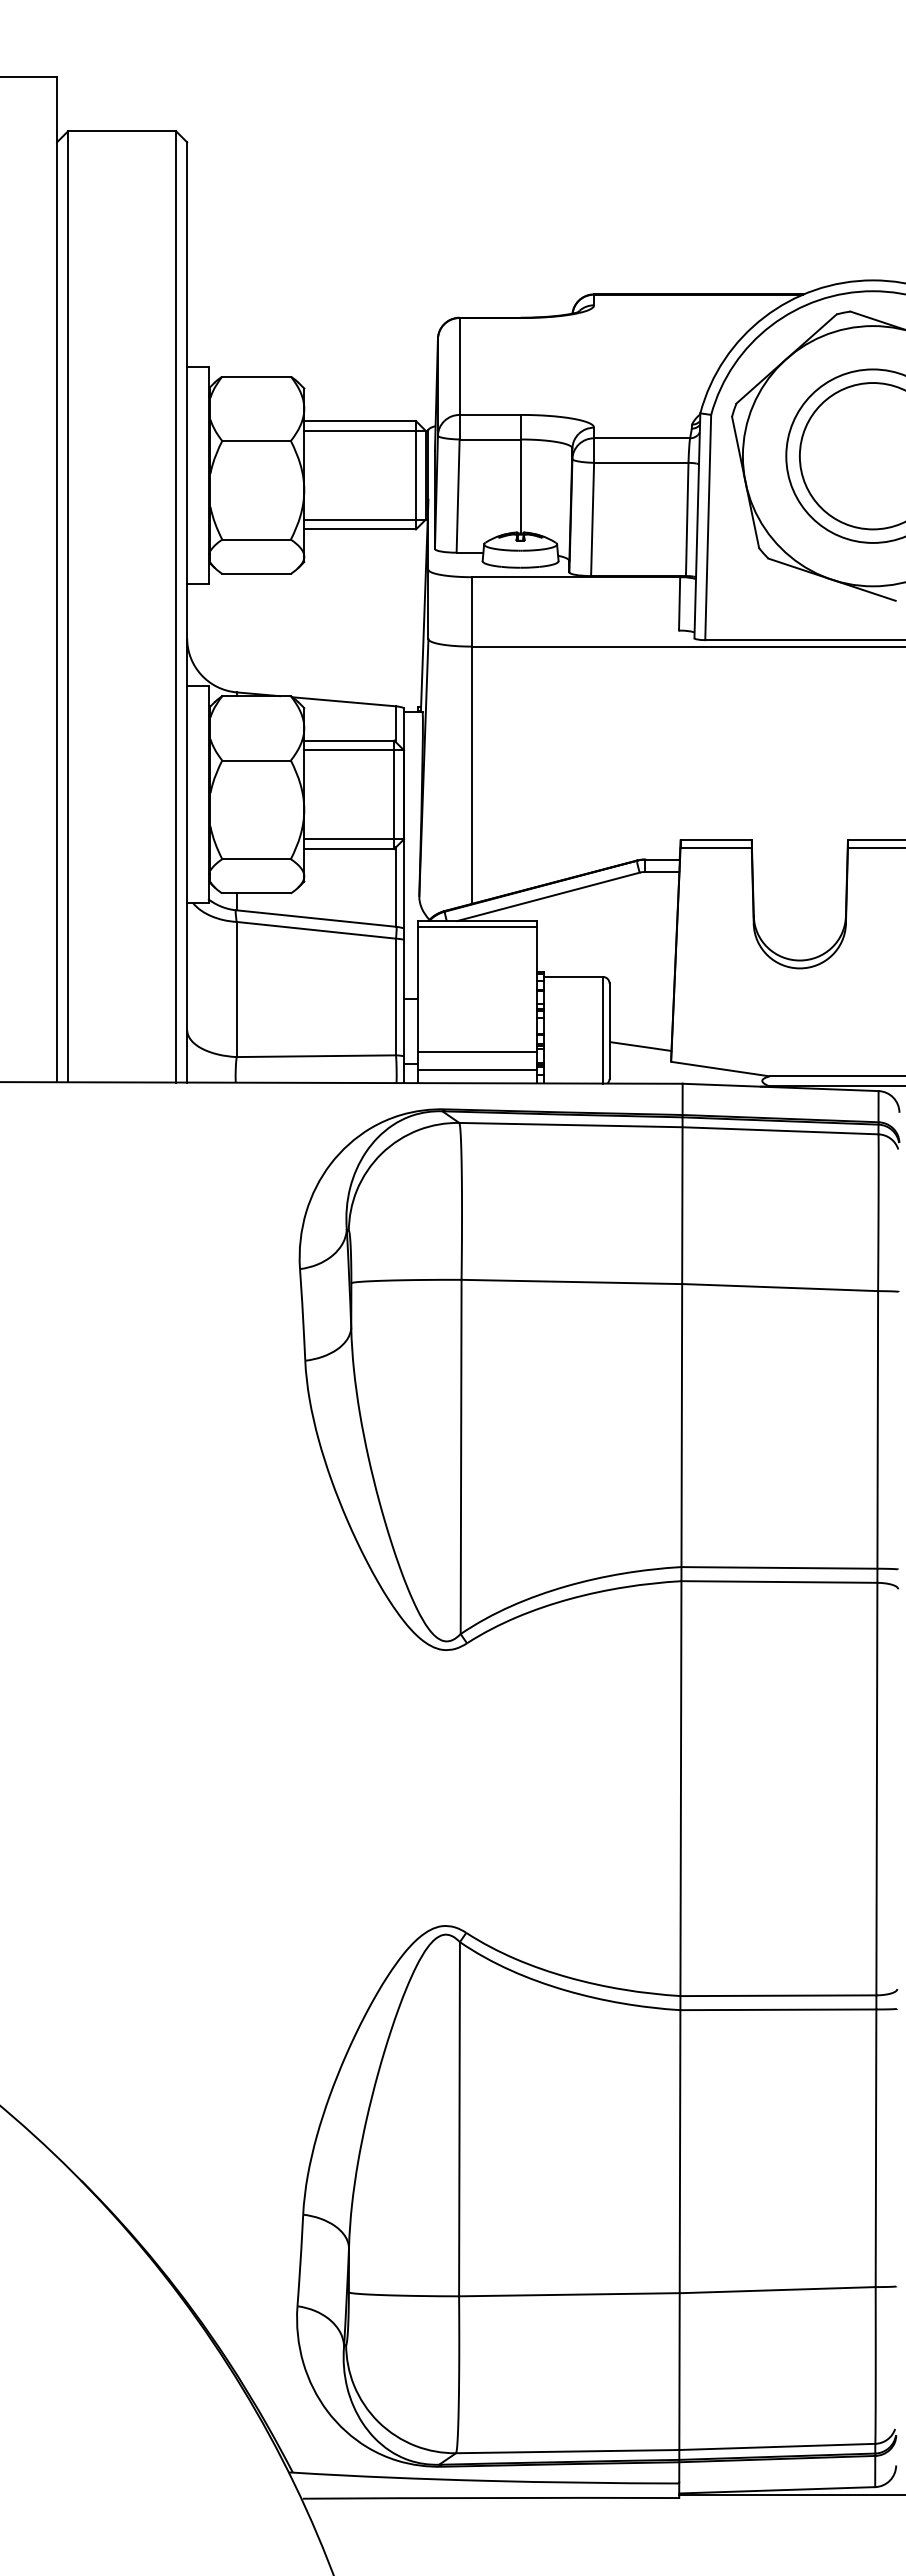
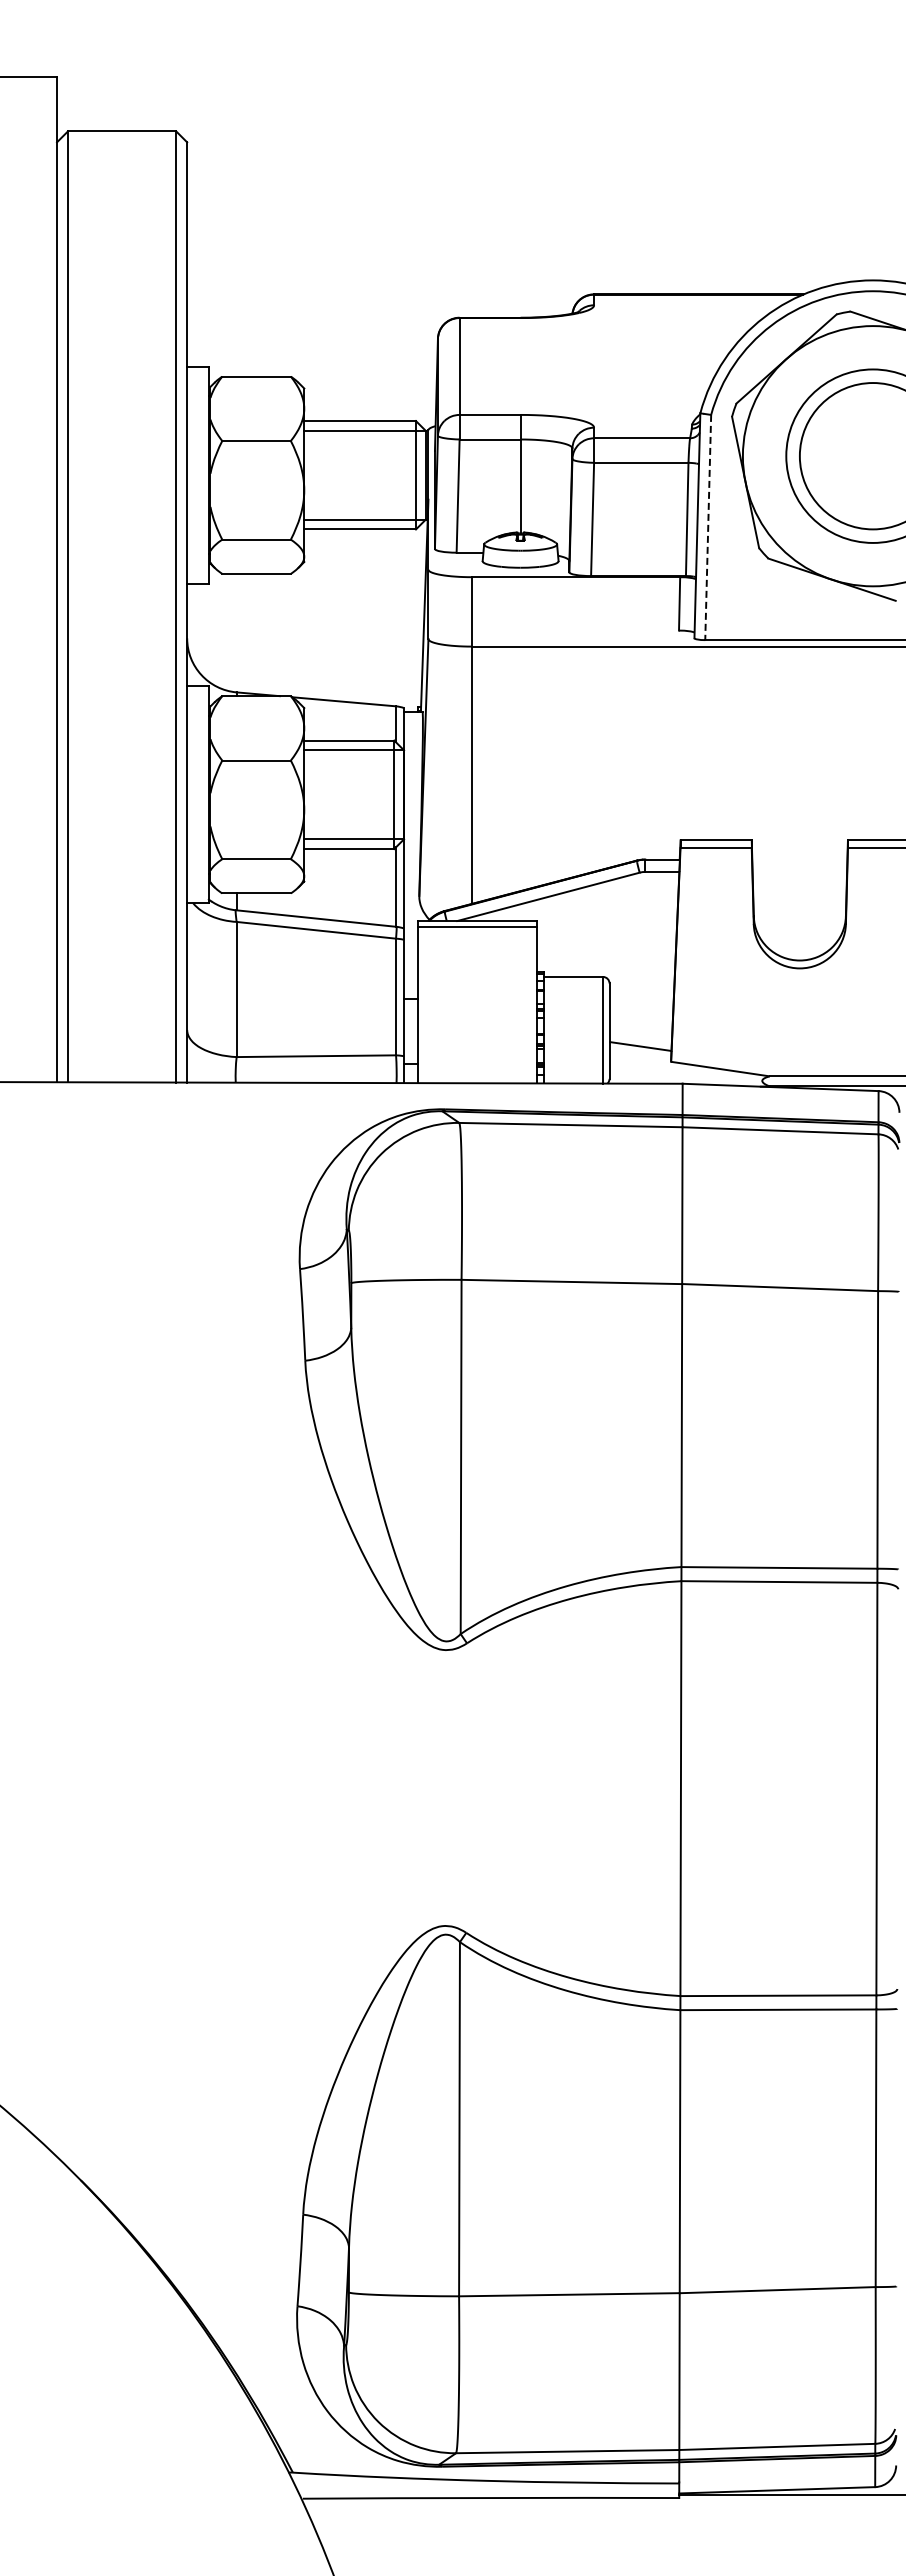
line at (708, 527): solid -> dashed
line at (476, 1051): present -> none
line at (476, 1070): present -> none
